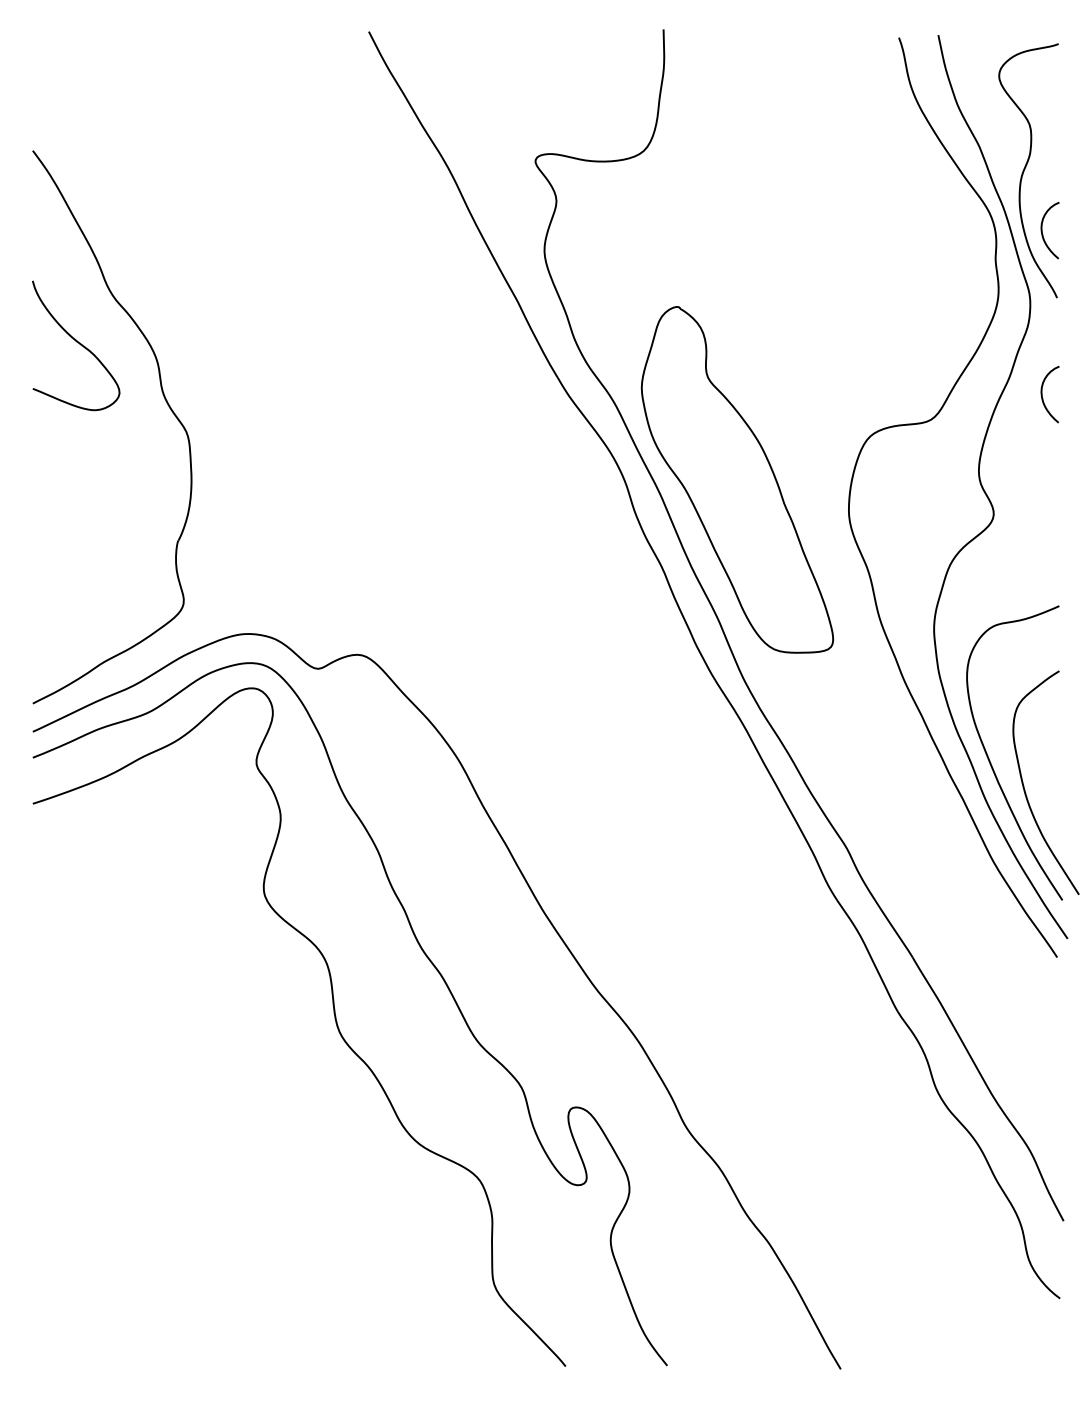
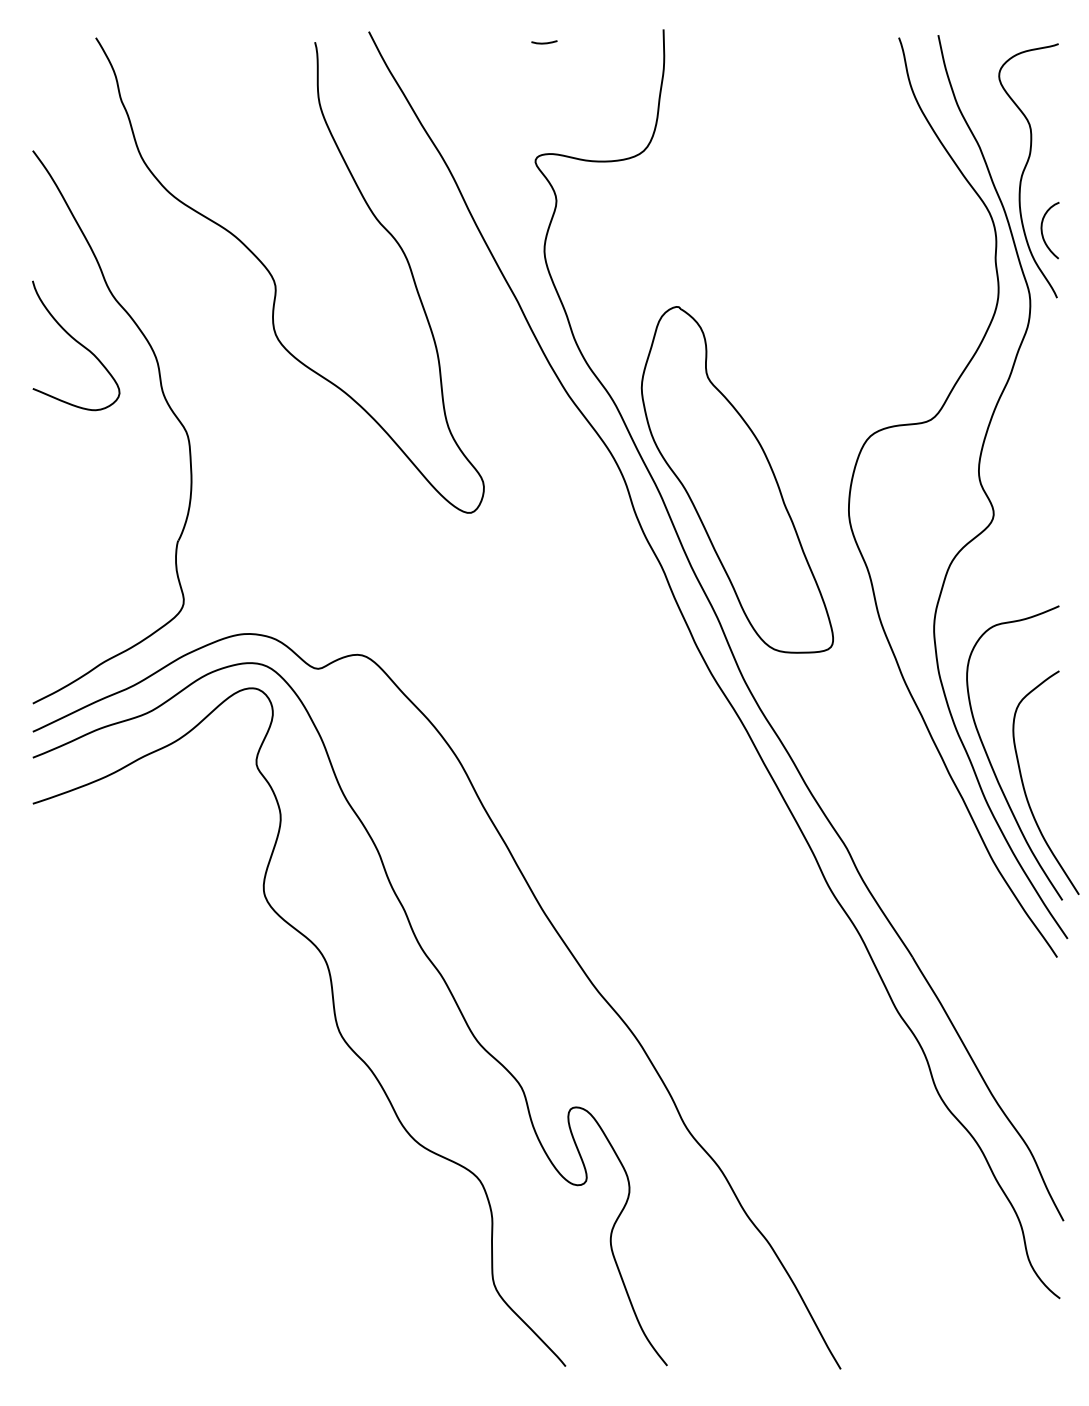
curve at (544, 42): none -> present
curve at (275, 281): none -> present
curve at (1042, 394): present -> none
